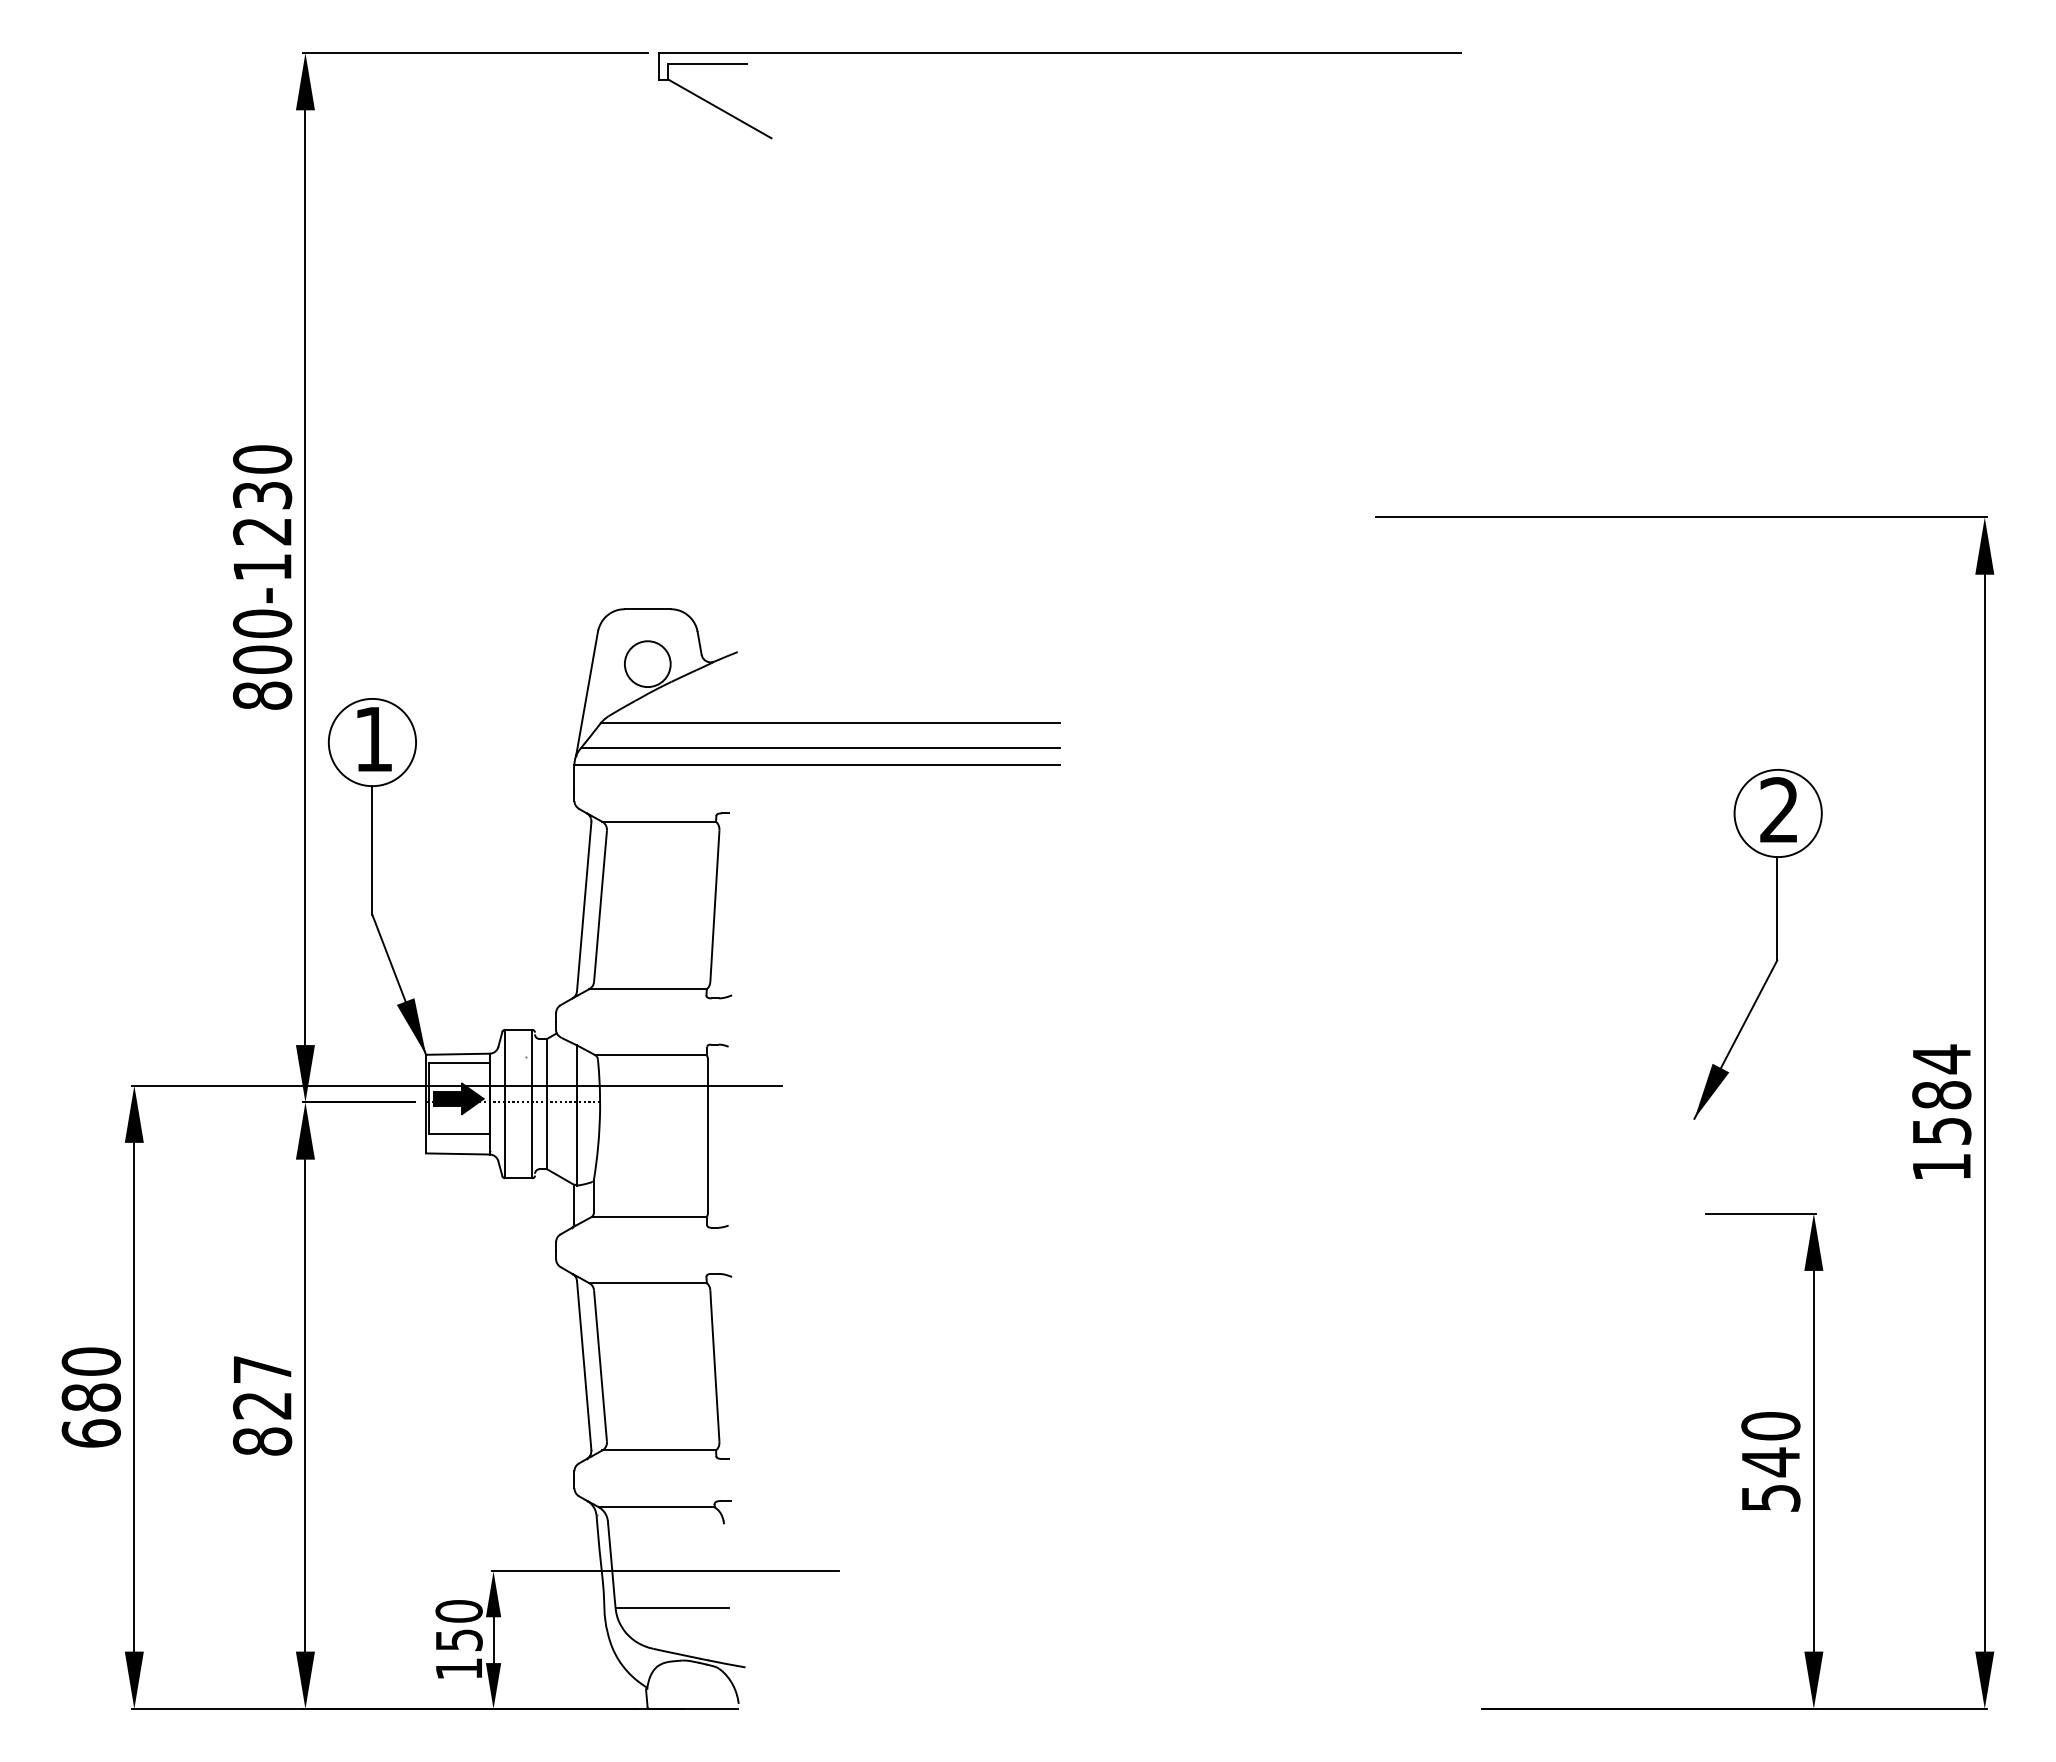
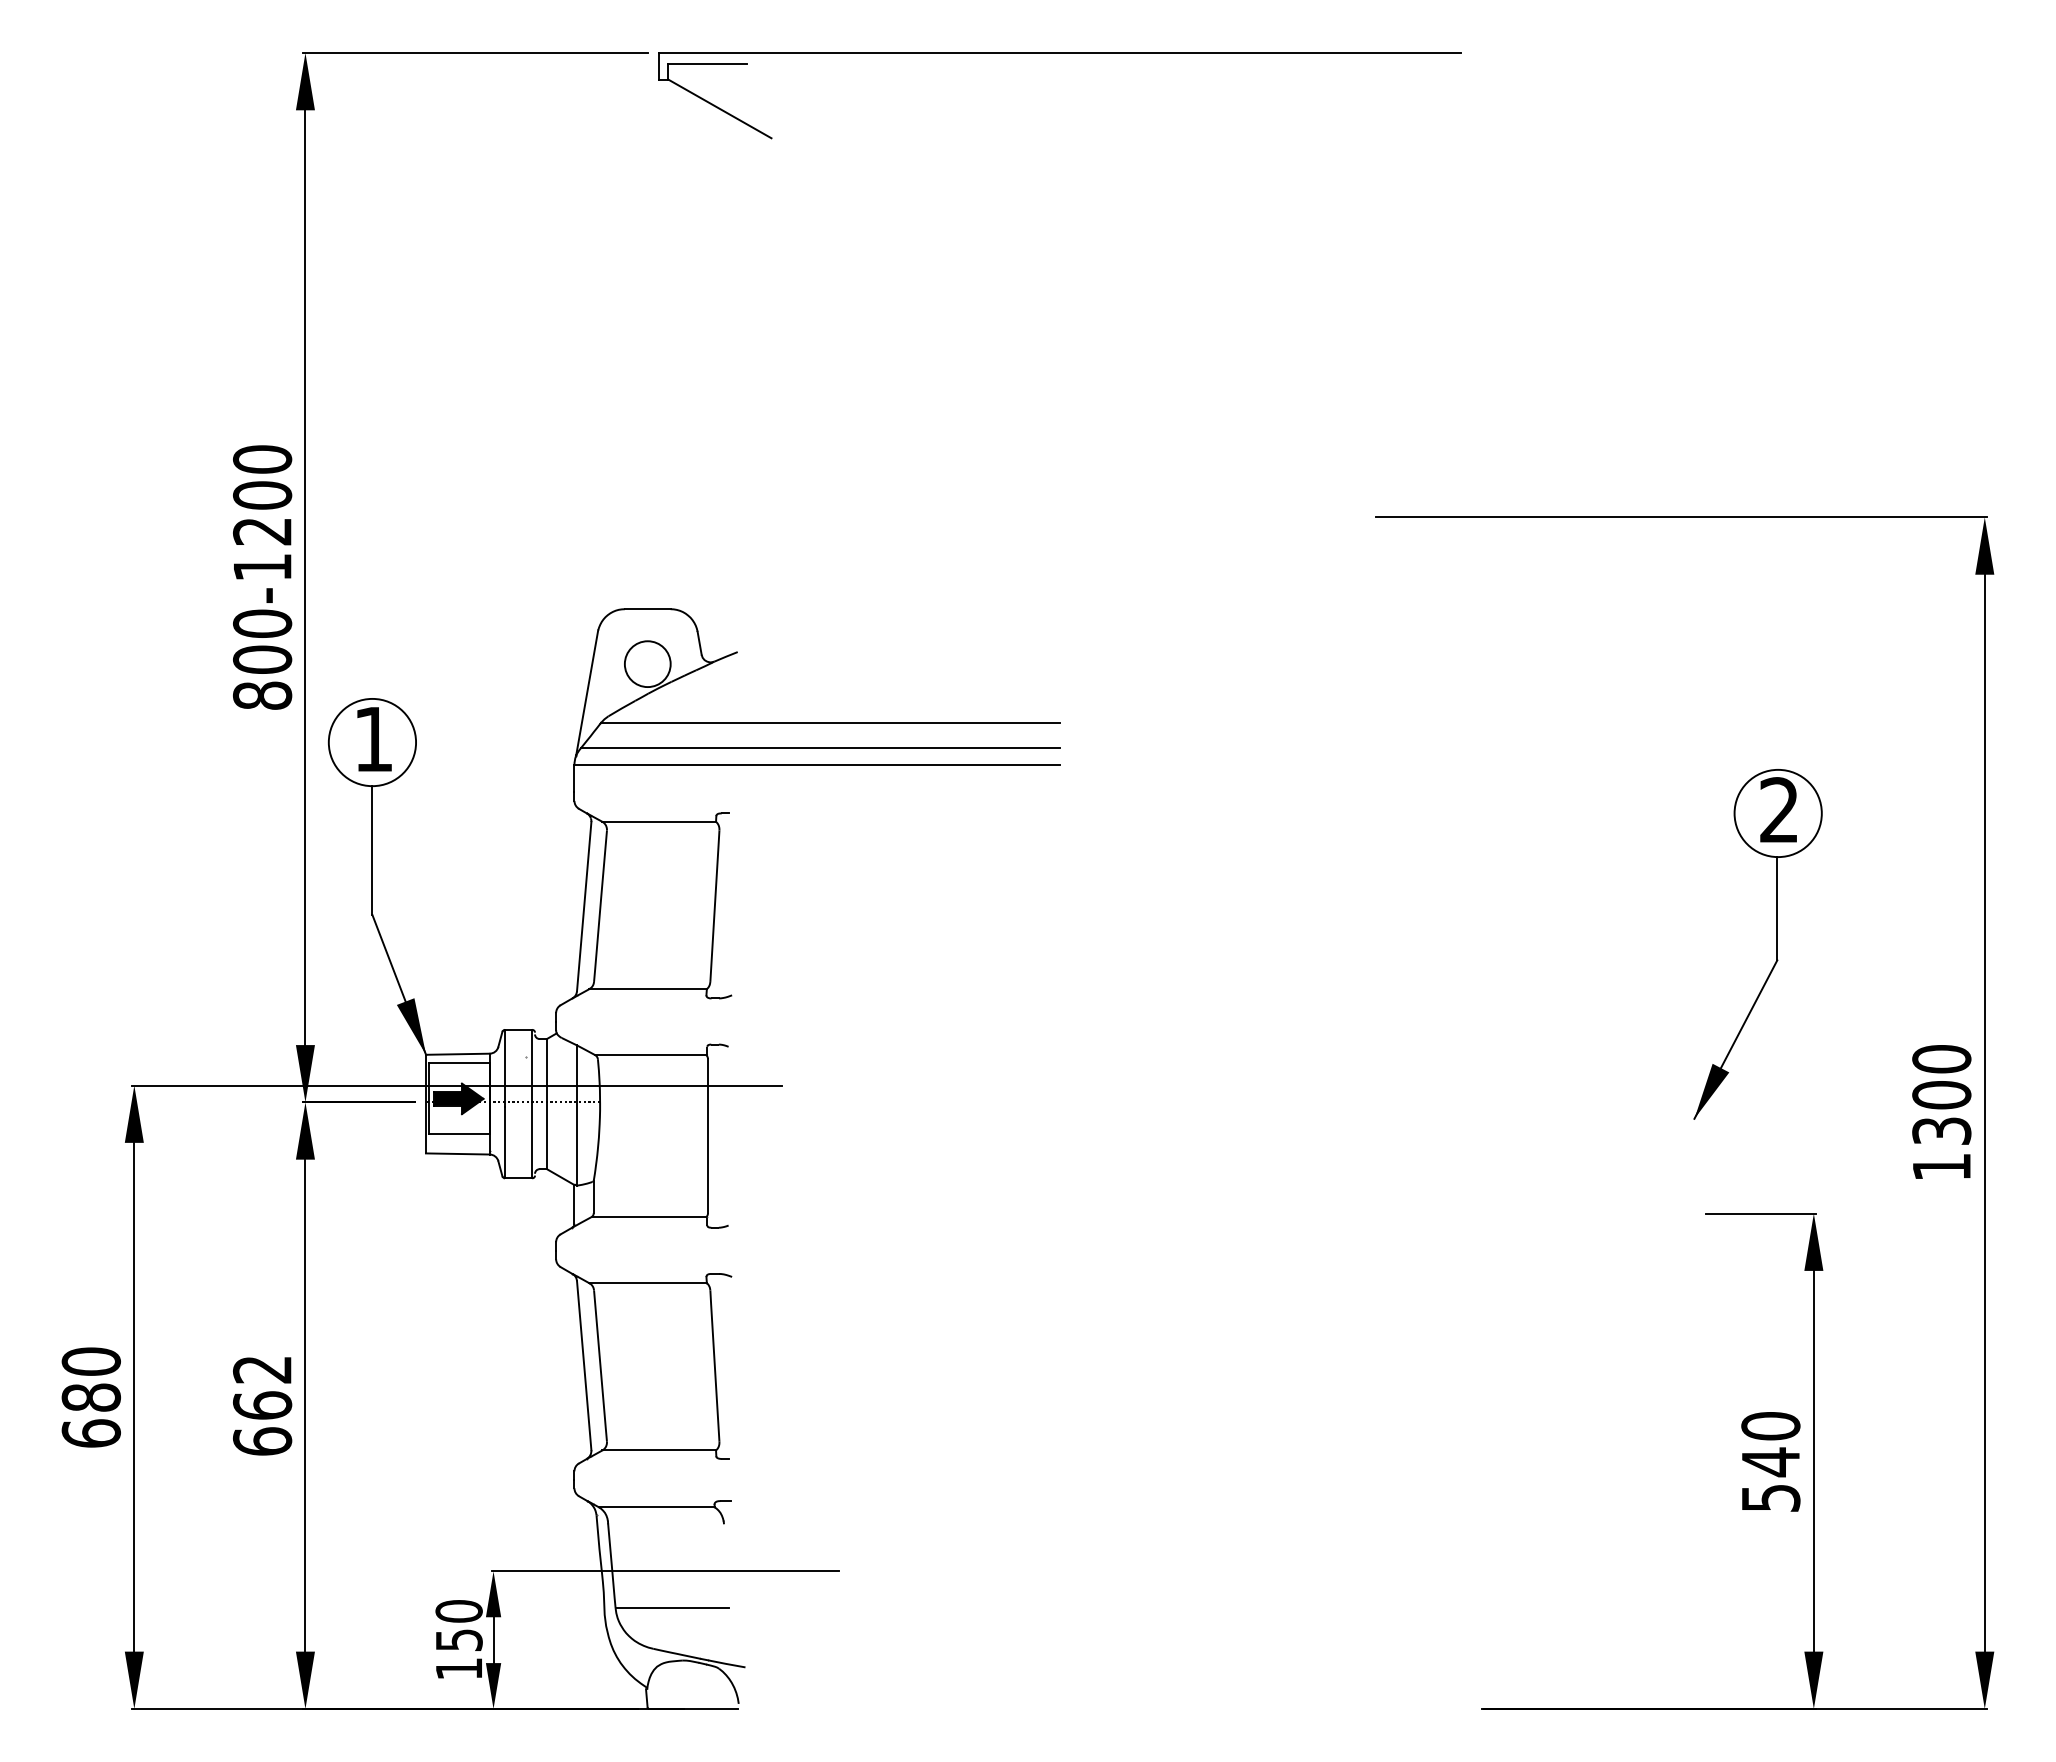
text at (262, 495): 800-1230 -> 800-1200
text at (1941, 1094): 1584 -> 1300
text at (262, 1405): 827 -> 662
